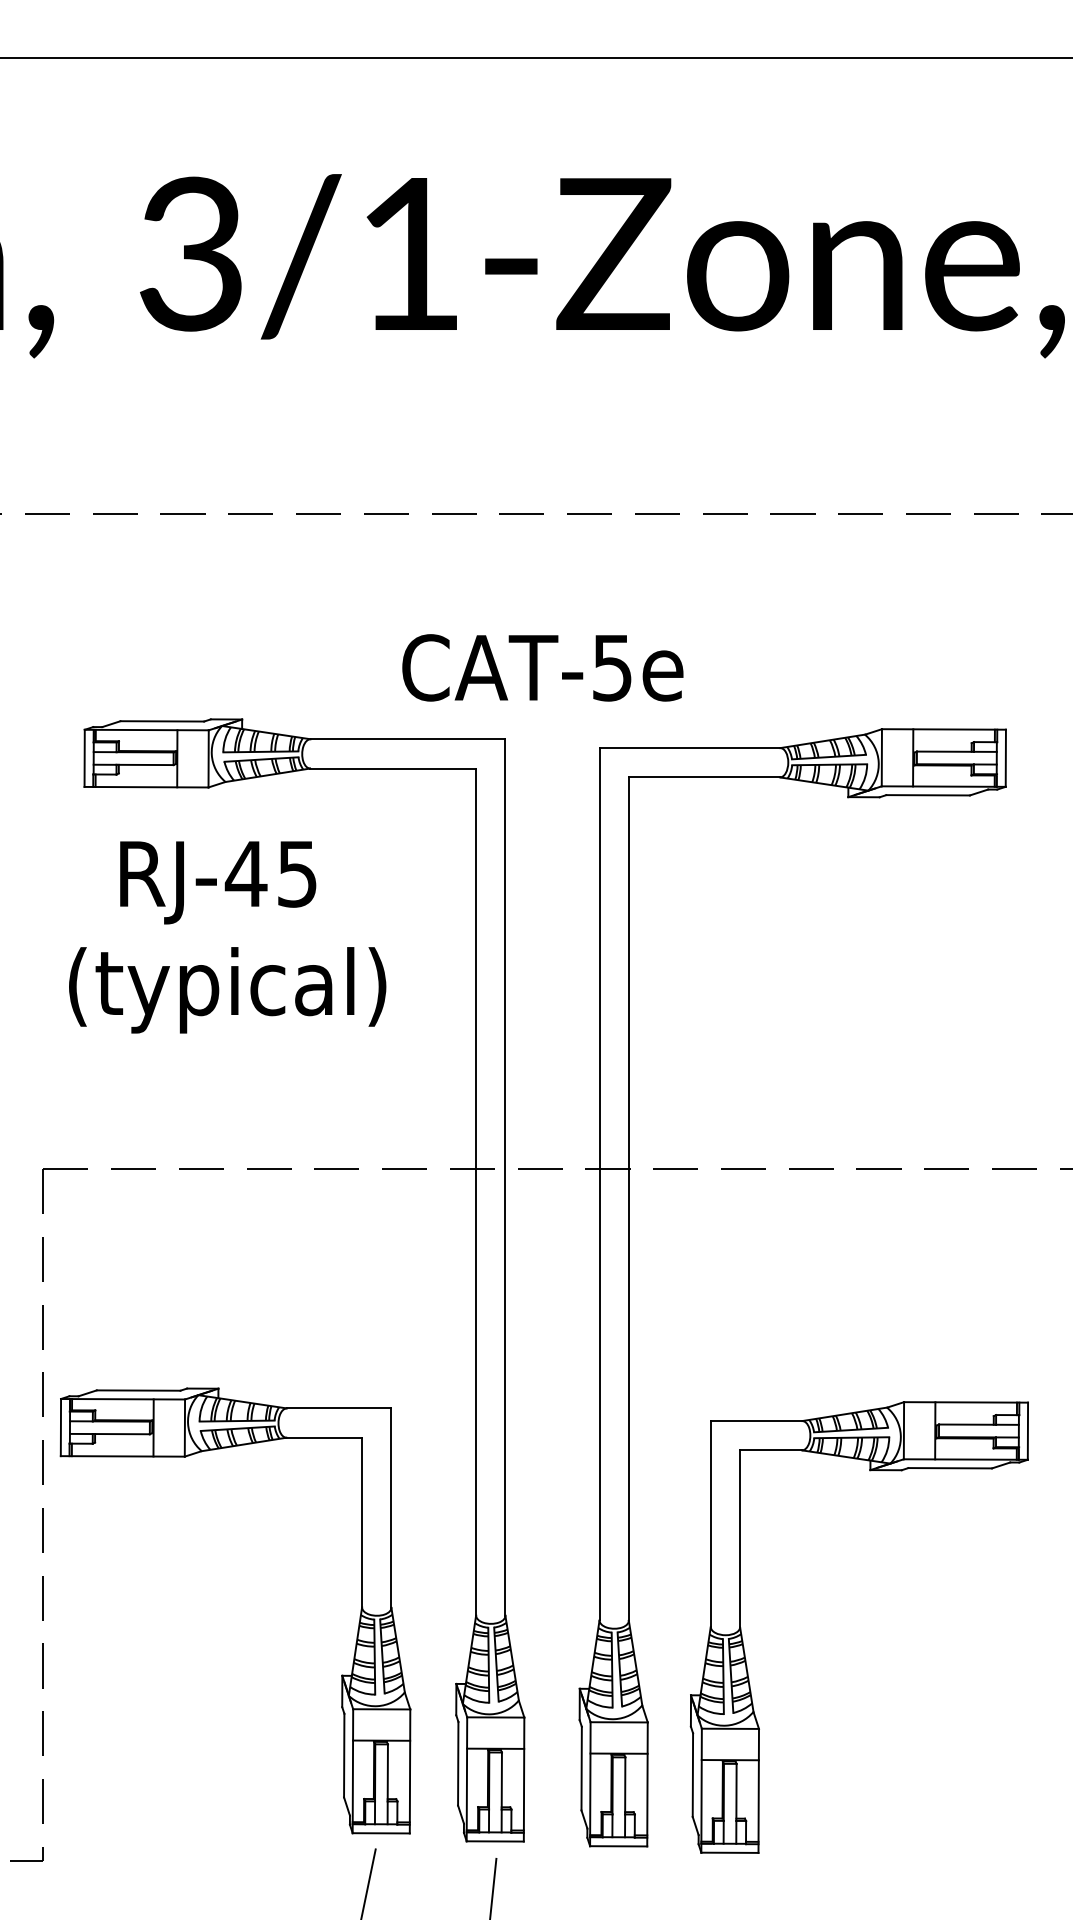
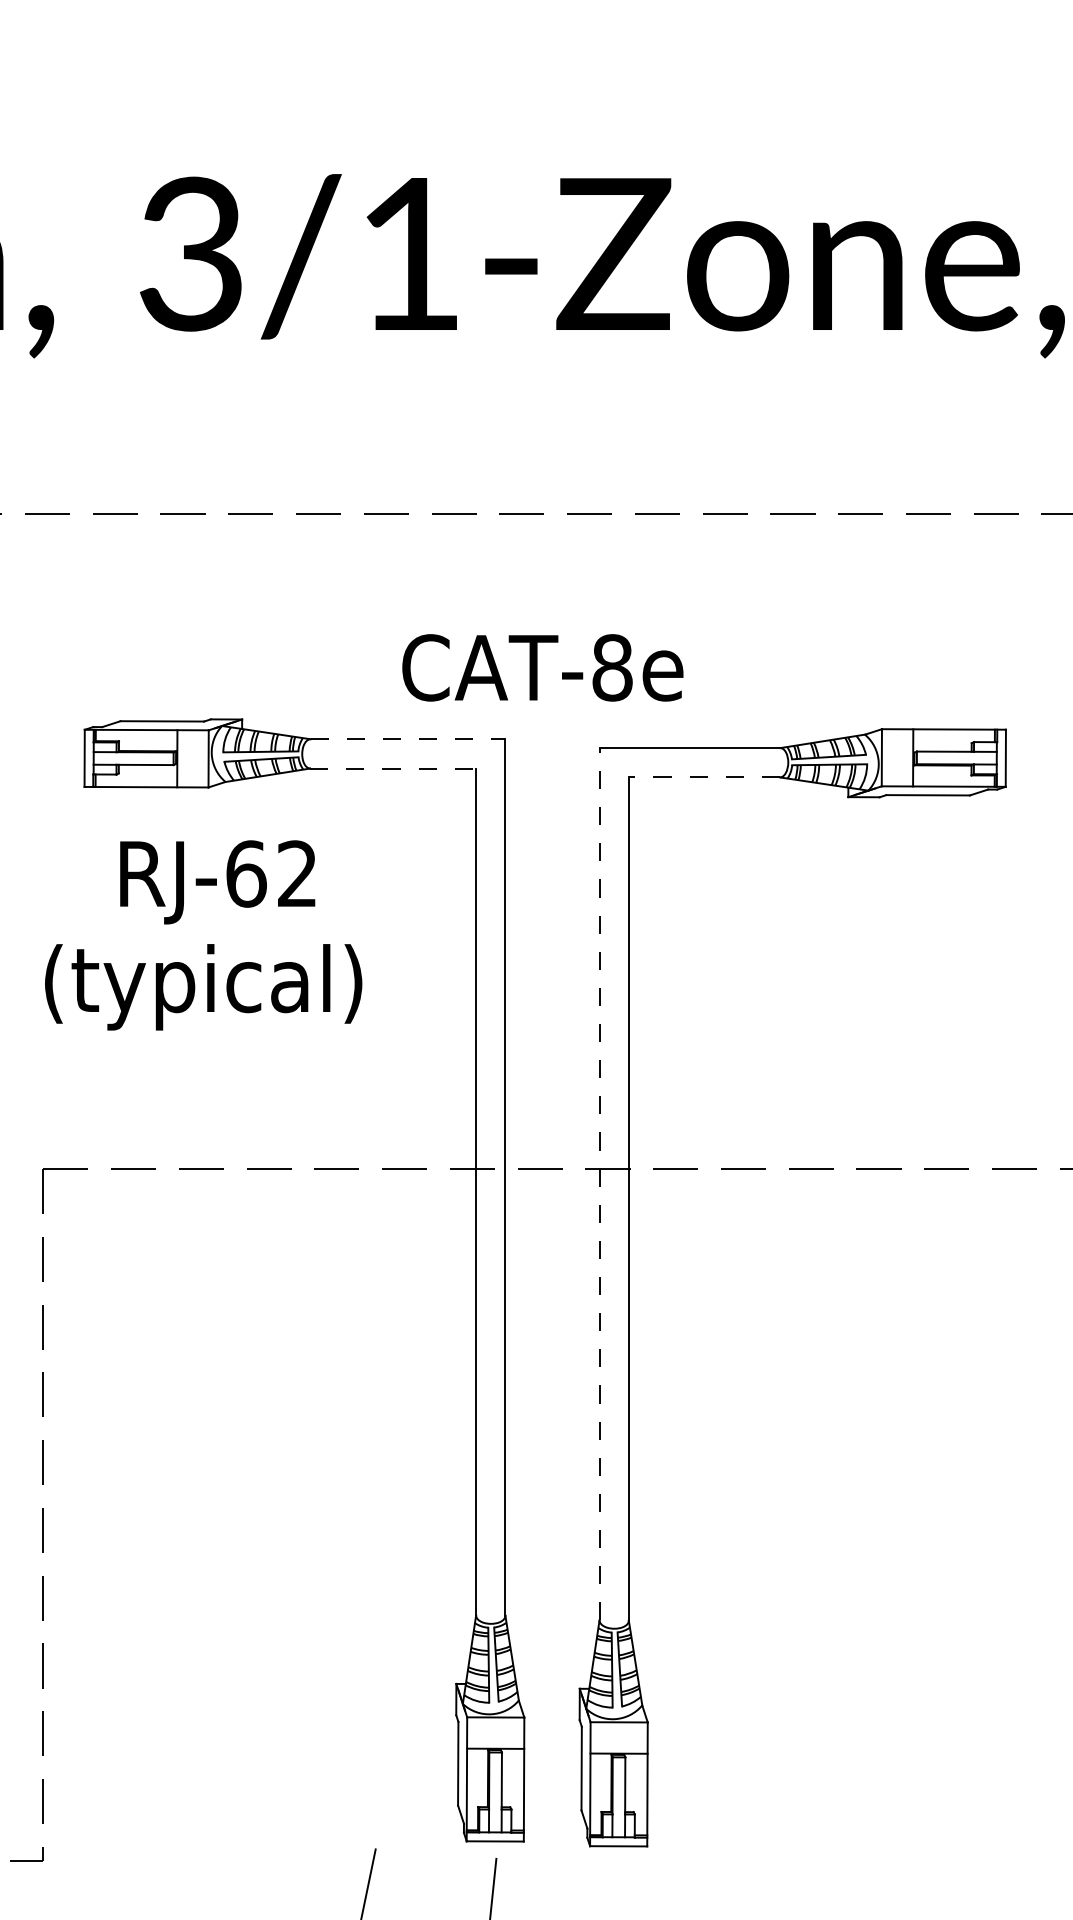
line at (535, 57): present -> none
text at (612, 667): CAT-5e -> CAT-8e
line at (408, 739): solid -> dashed
line at (393, 768): solid -> dashed
line at (704, 777): solid -> dashed
text at (270, 873): RJ-45 -> RJ-62
text at (227, 990) position: (227, 990) -> (203, 987)
line at (599, 1183): solid -> dashed
part at (357, 1629): present -> none
part at (744, 1646): present -> none
